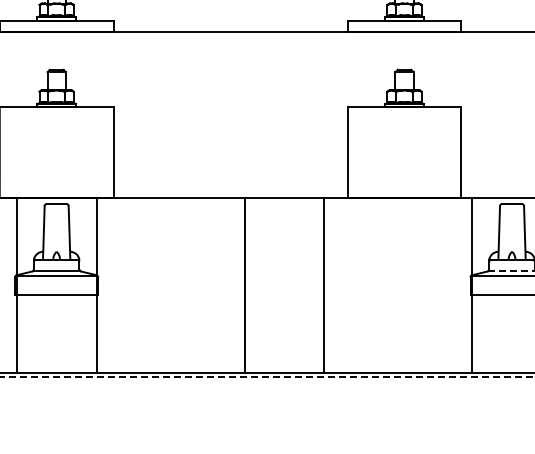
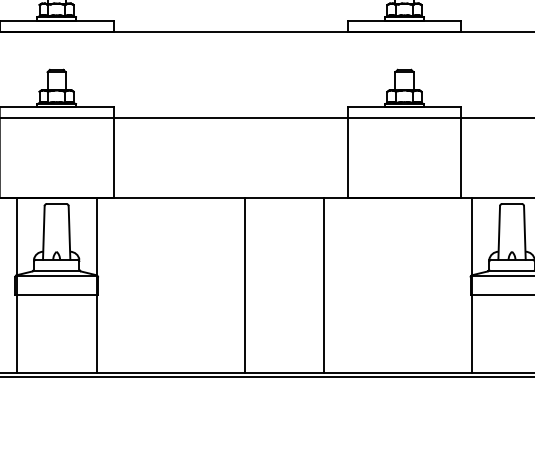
line at (266, 118): none -> present
line at (512, 271): dashed -> solid
line at (267, 377): dashed -> solid
